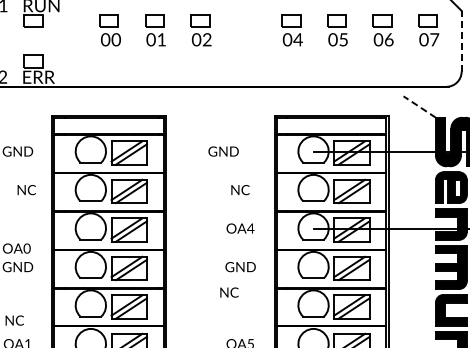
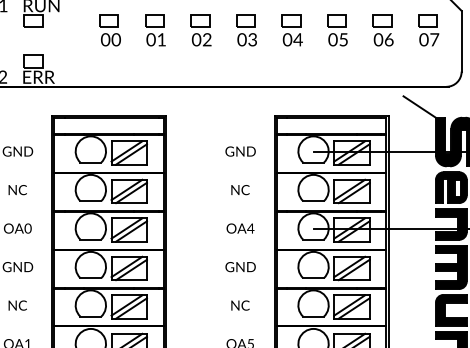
part at (246, 30): none -> present
line at (461, 40): dashed -> solid
line at (419, 106): dashed -> solid
text at (223, 151) position: (223, 151) -> (240, 151)
text at (26, 190) position: (26, 190) -> (17, 190)
text at (16, 248) position: (16, 248) -> (17, 228)
text at (229, 292) position: (229, 292) -> (240, 305)
text at (14, 320) position: (14, 320) -> (17, 305)
